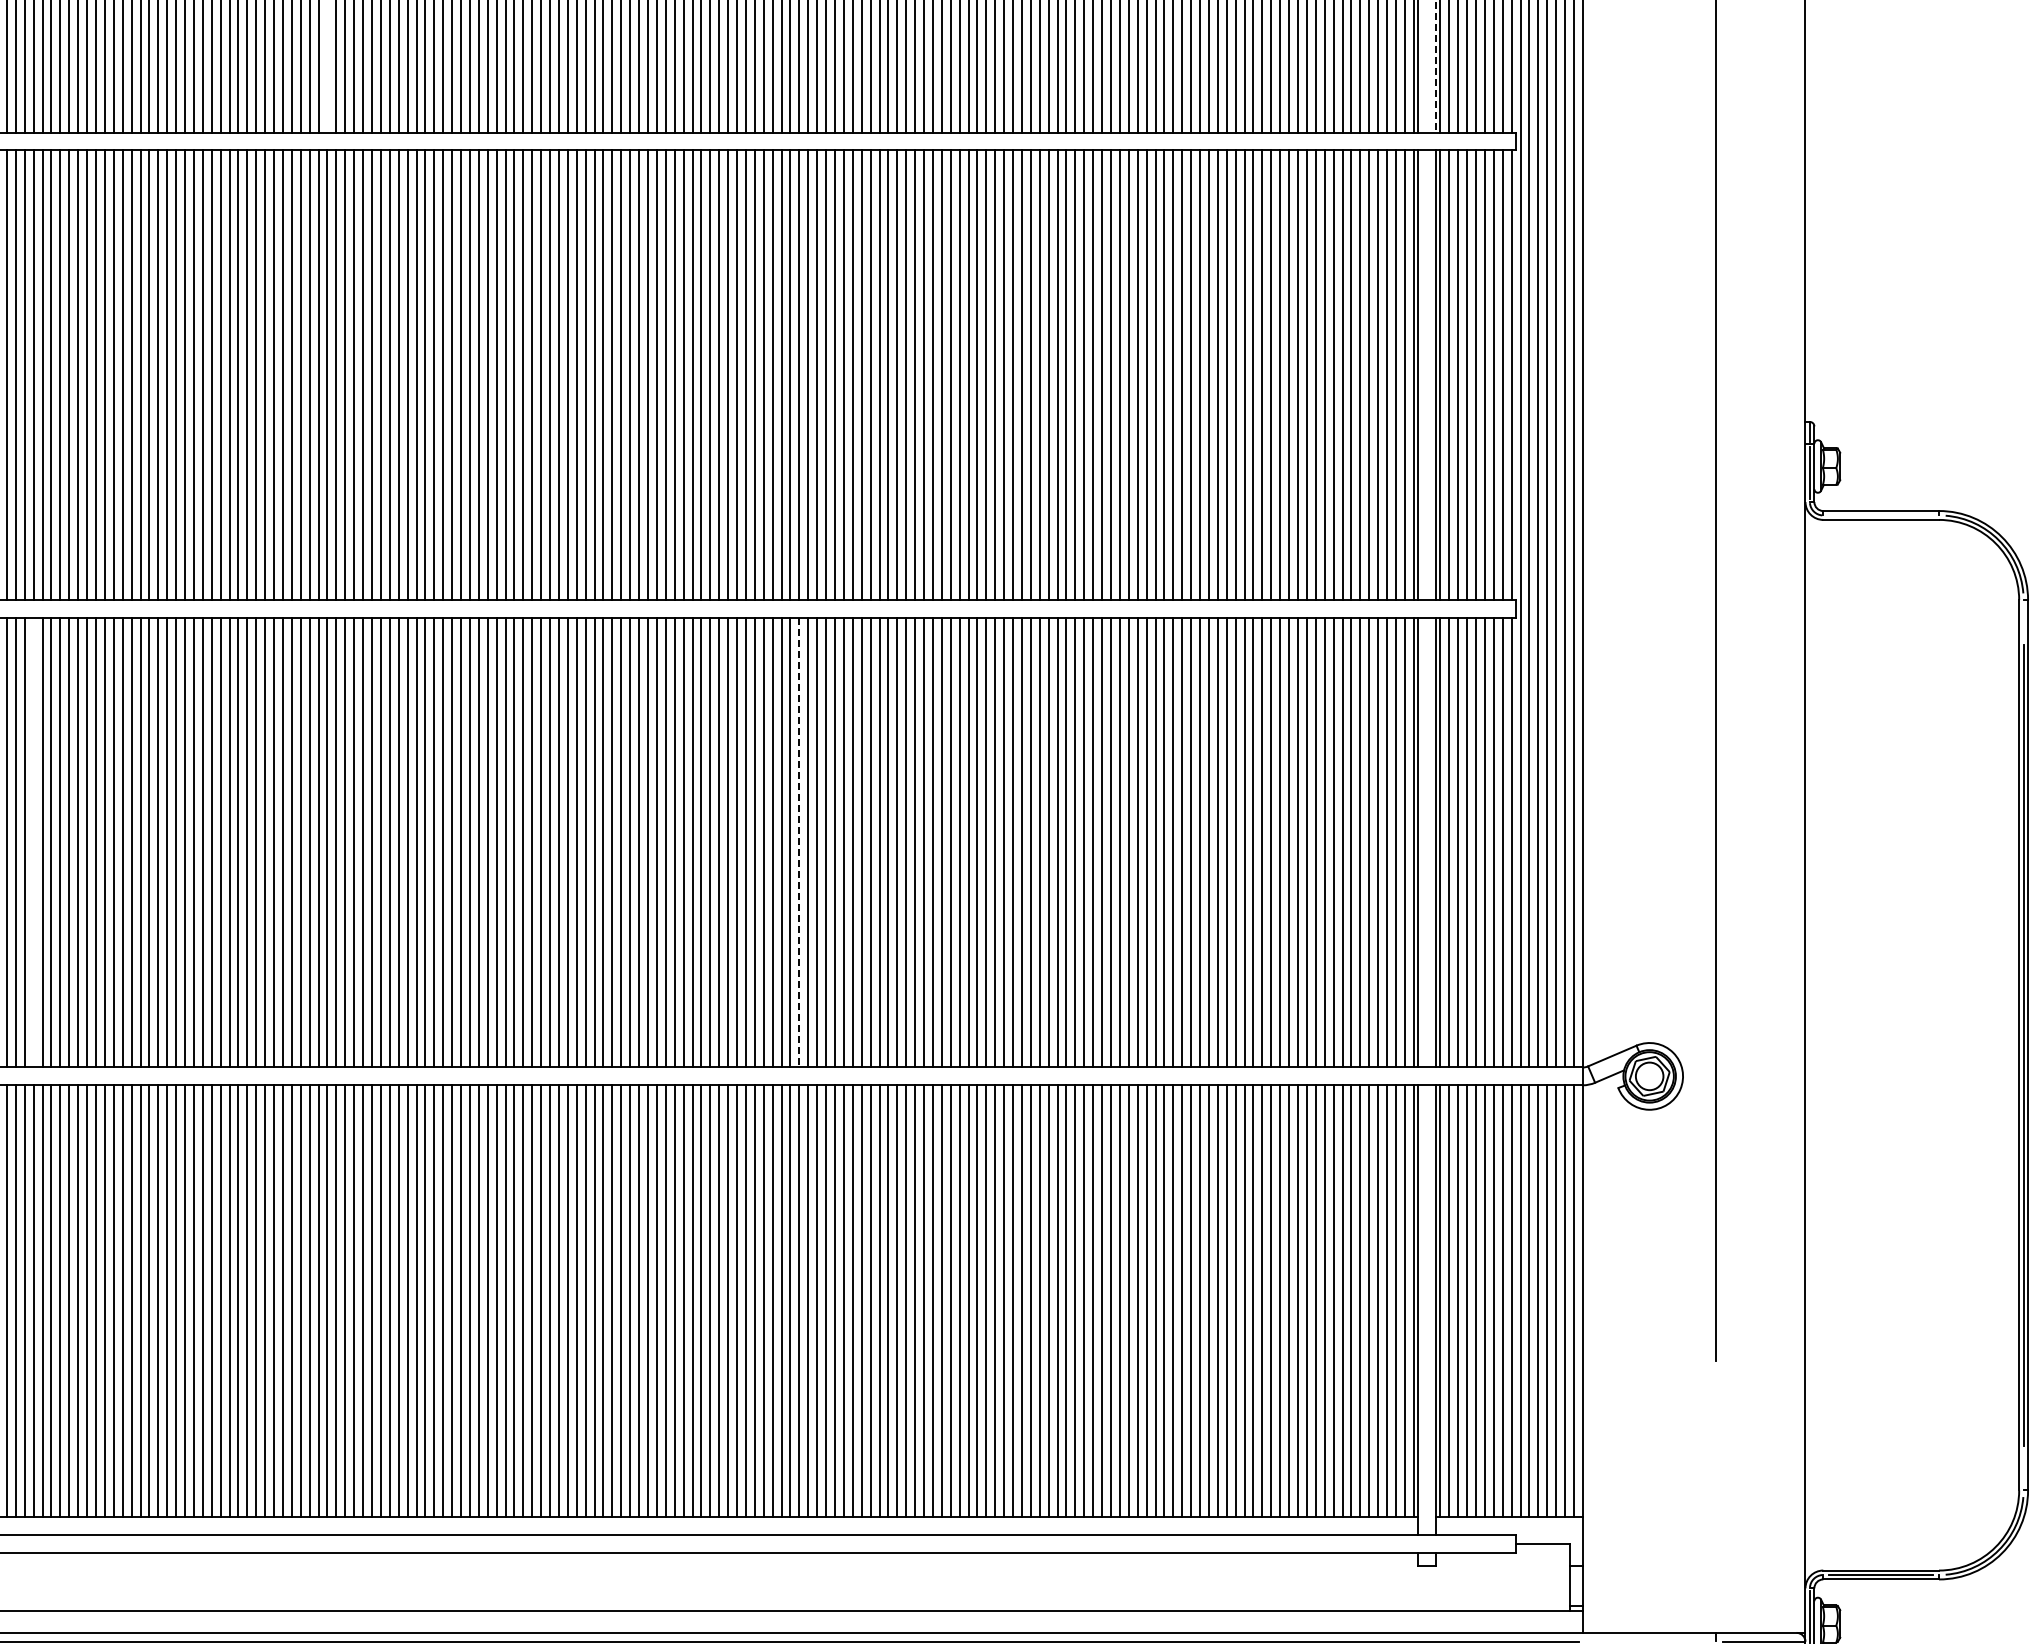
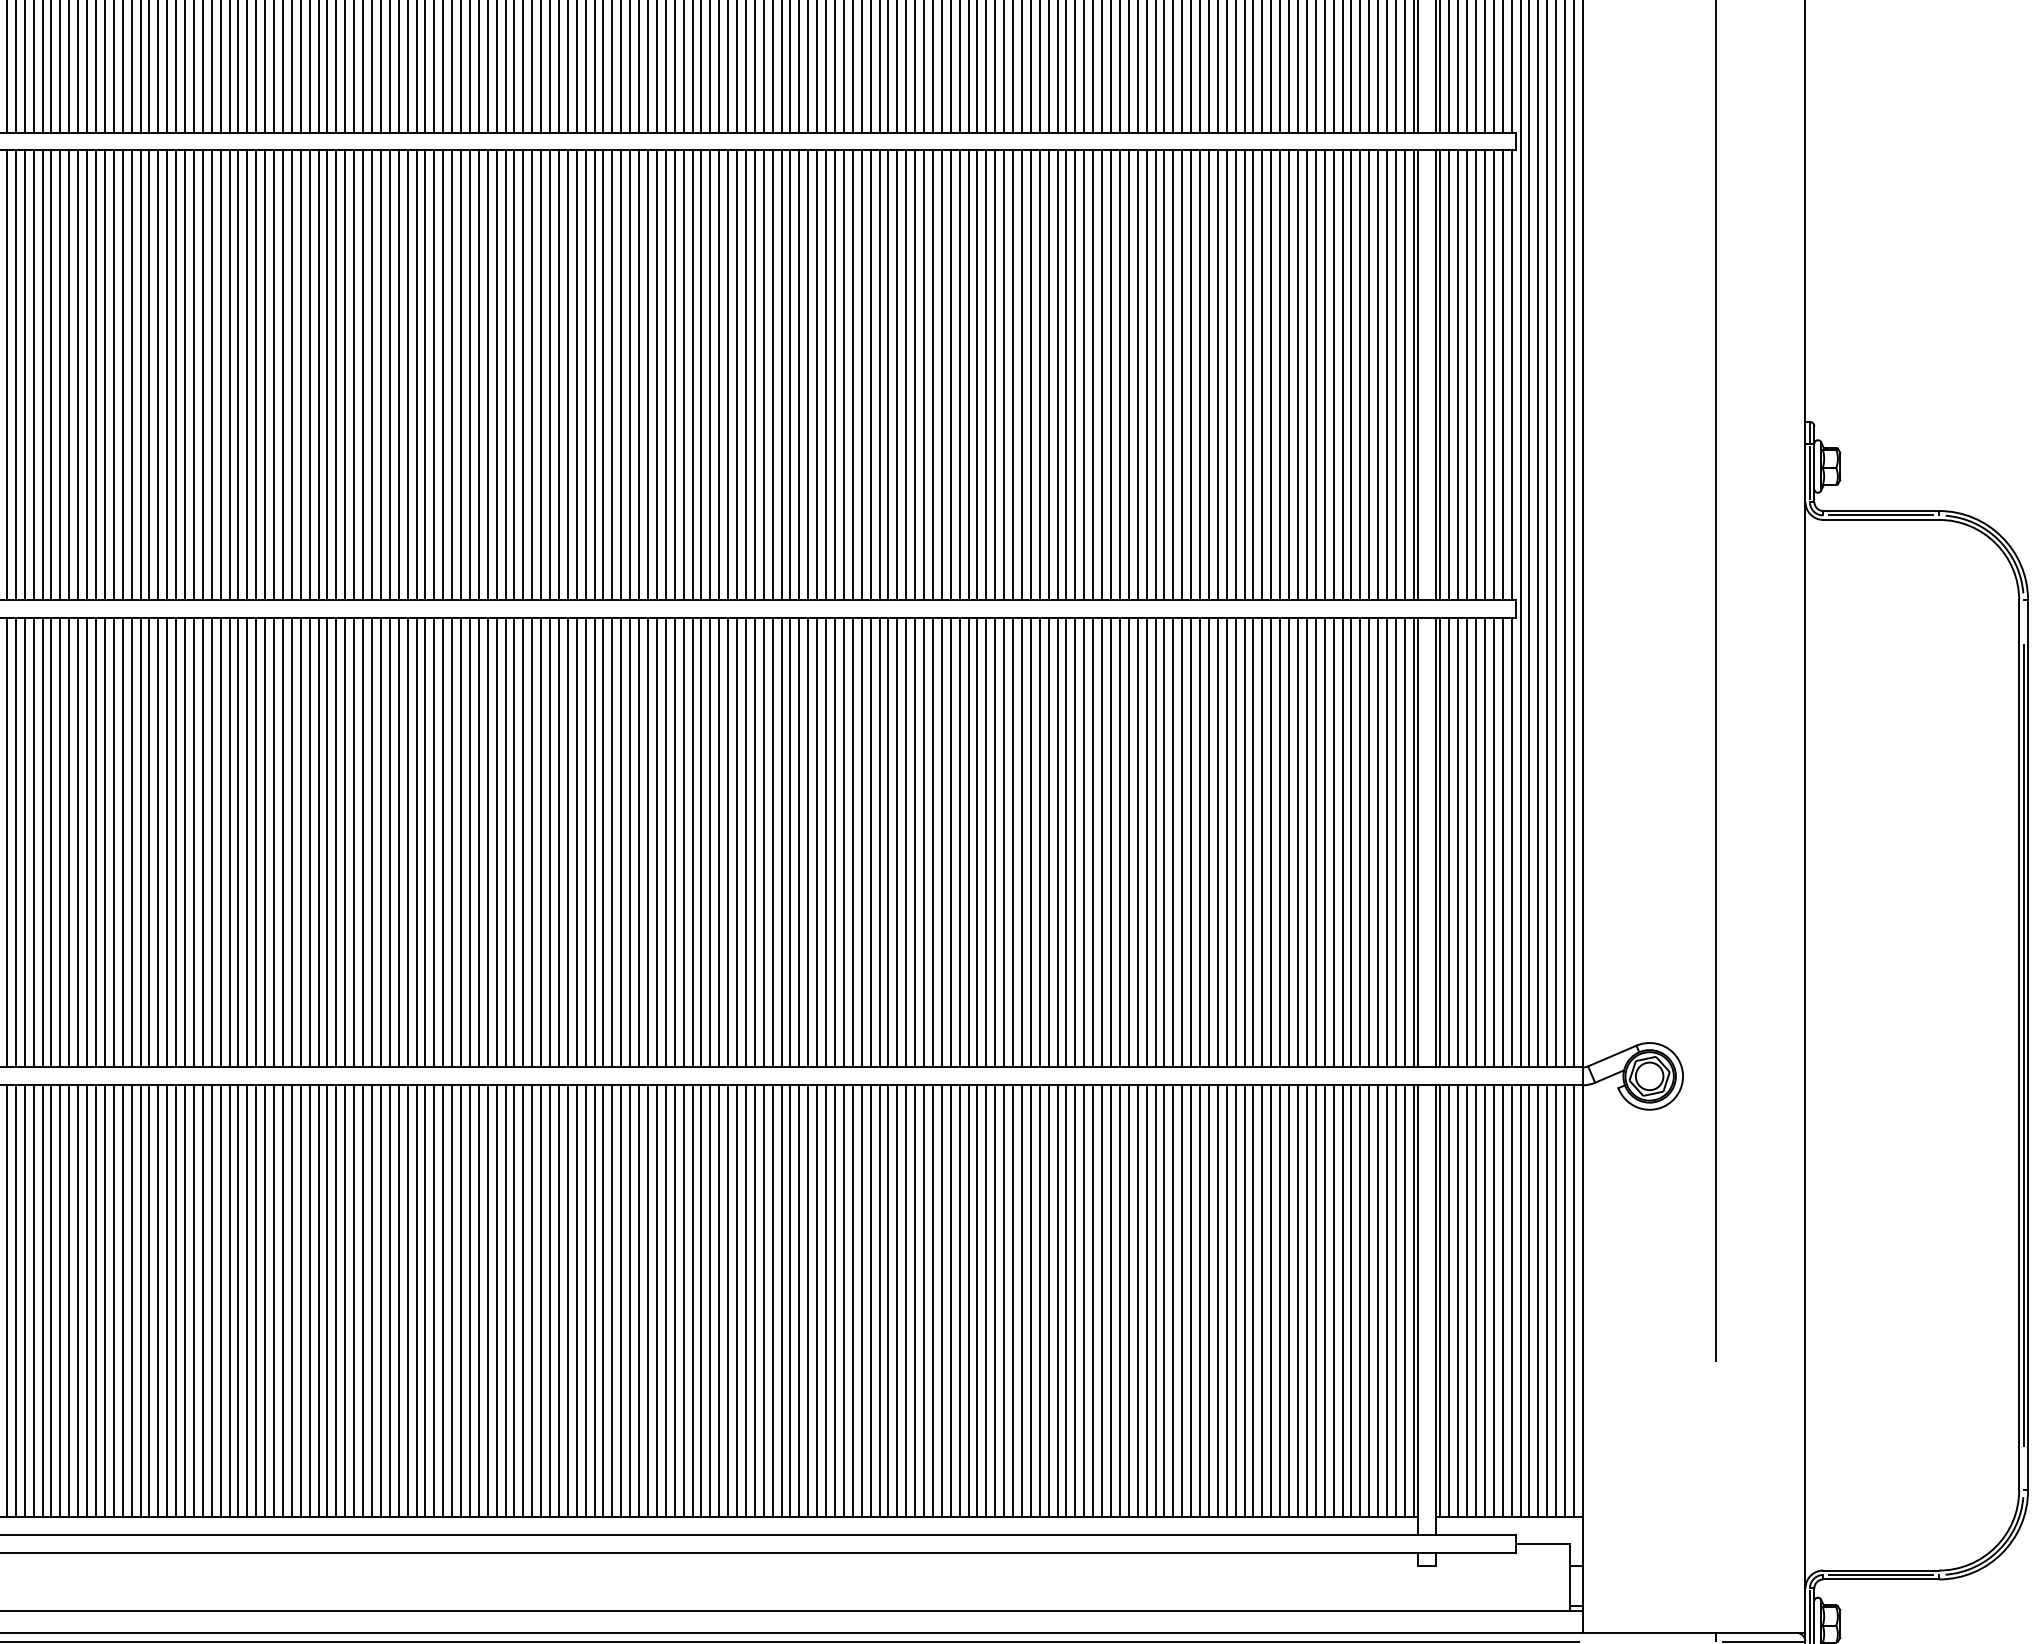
line at (1435, 66): dashed -> solid
line at (327, 67): none -> present
line at (1881, 515): none -> present
line at (33, 842): none -> present
line at (799, 842): dashed -> solid
